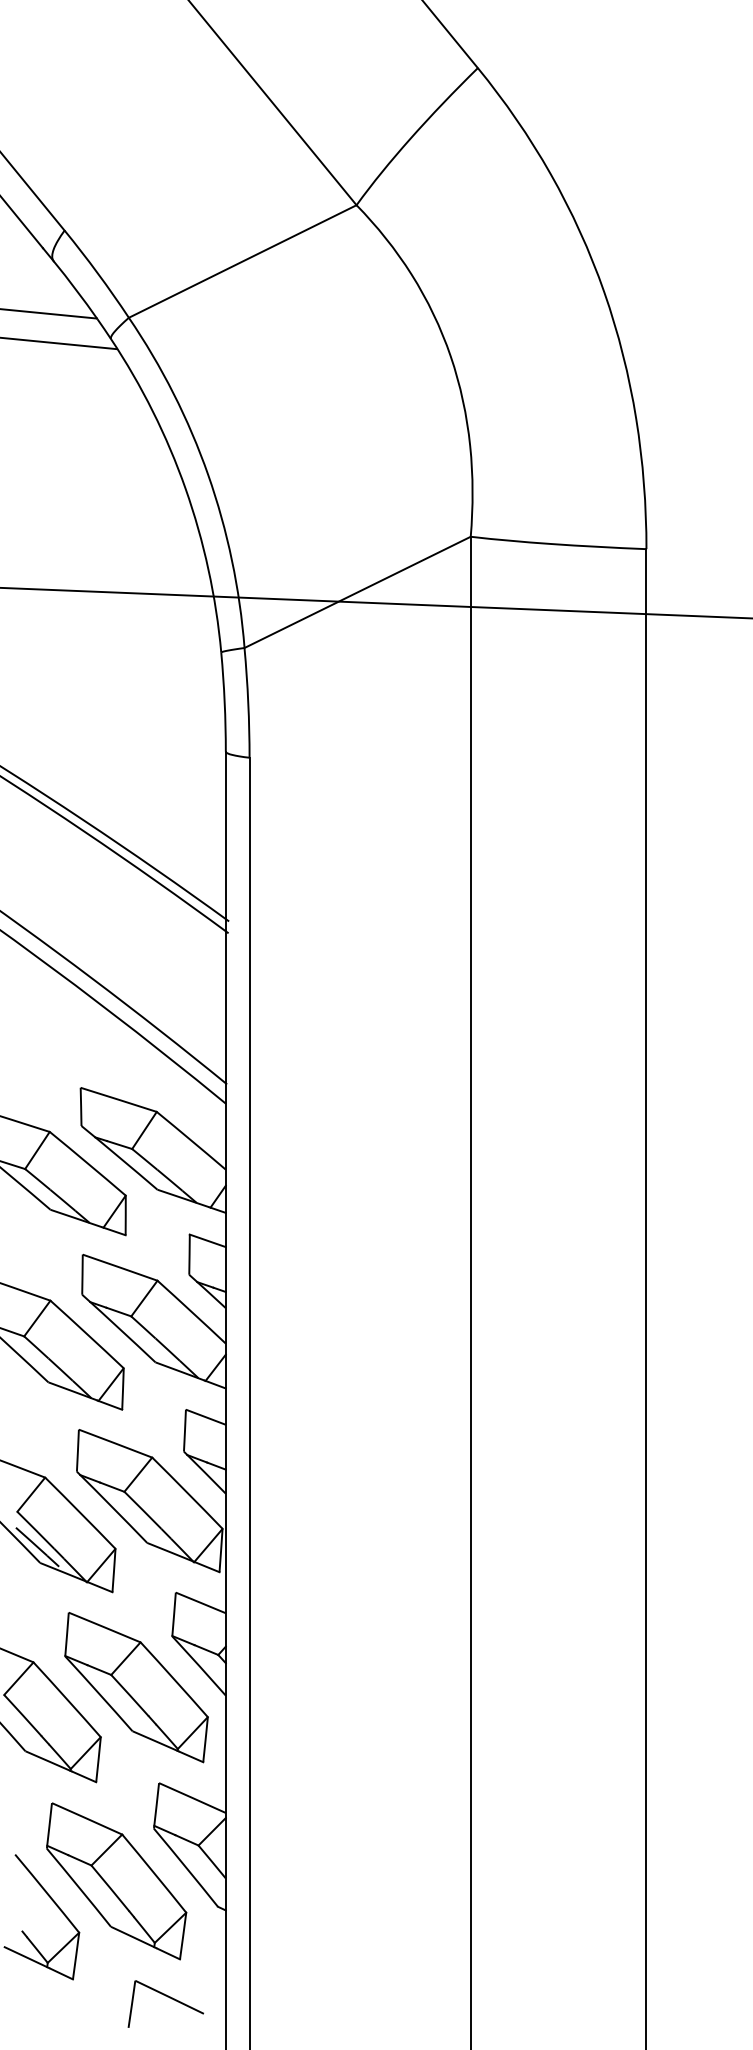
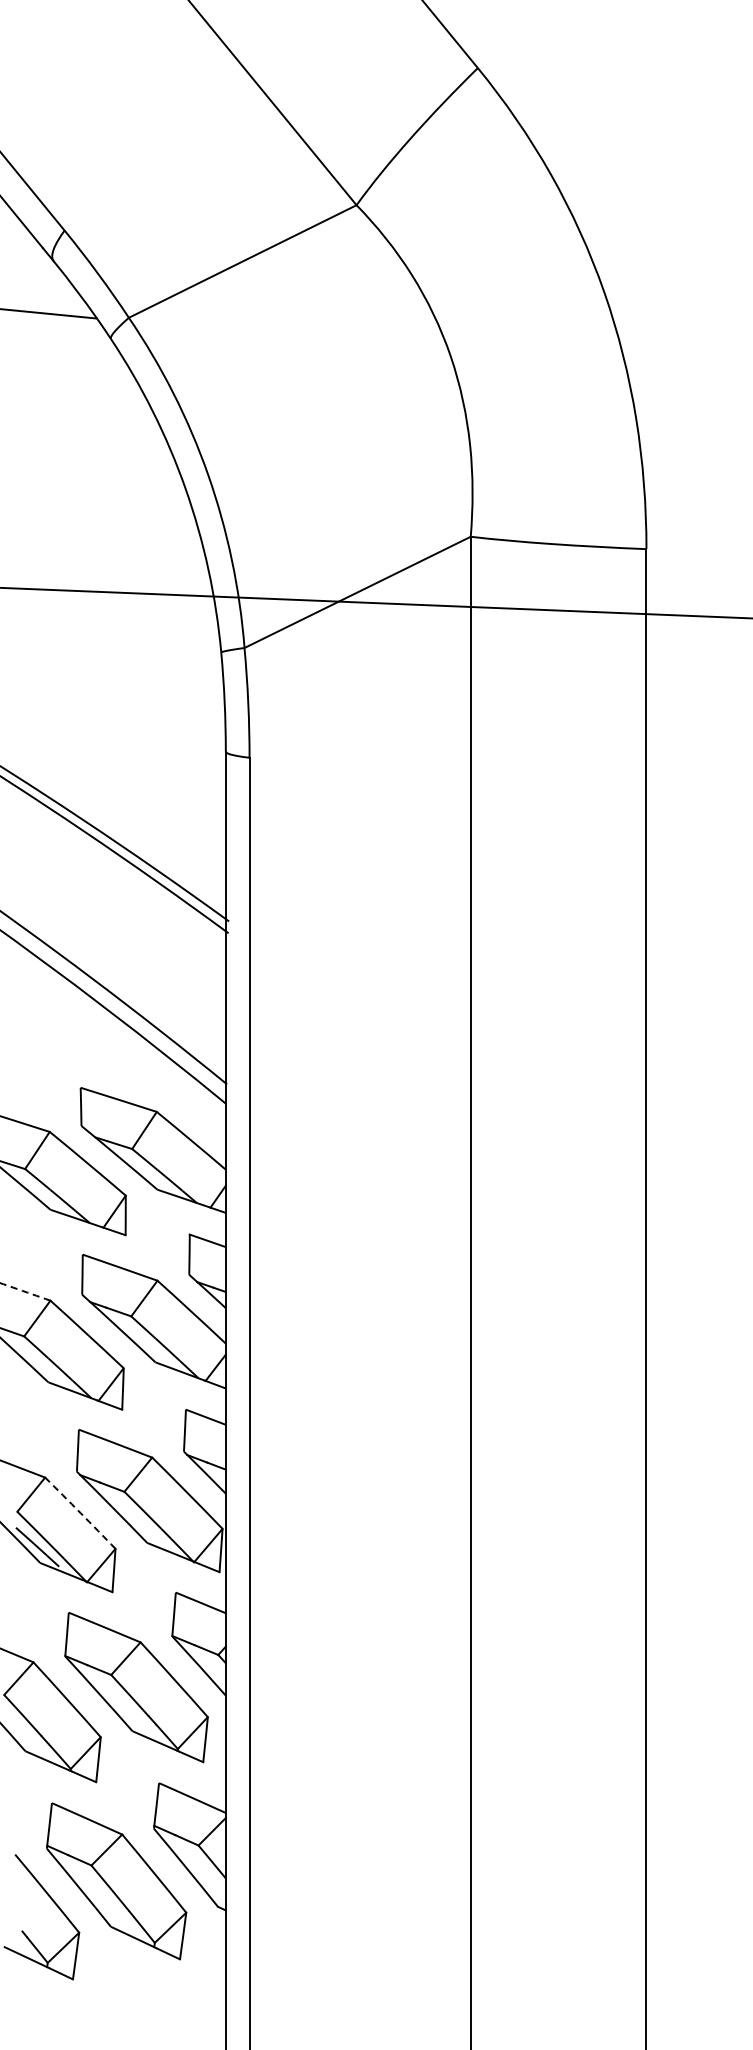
line at (59, 343): present -> none
arc at (25, 1291): solid -> dashed
arc at (80, 1513): solid -> dashed
part at (167, 1997): present -> none
